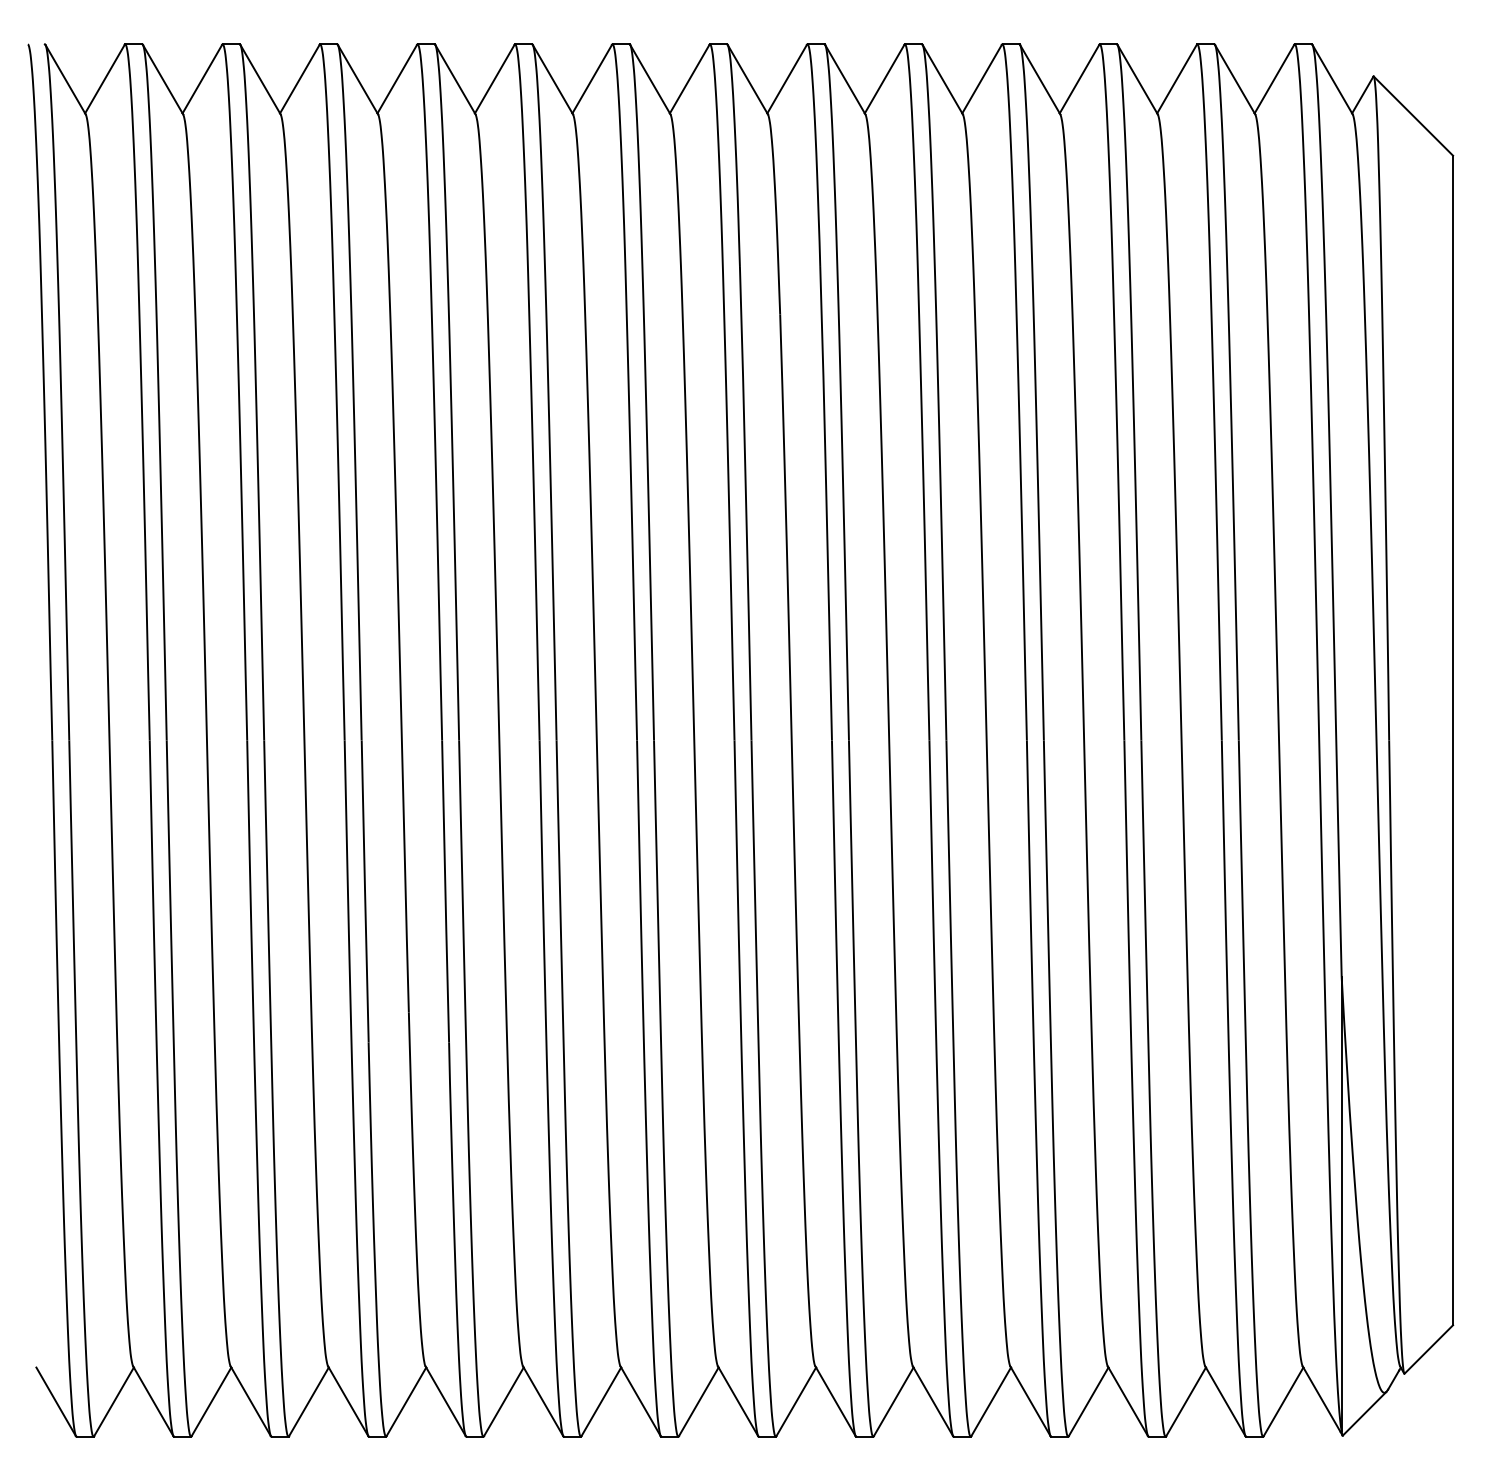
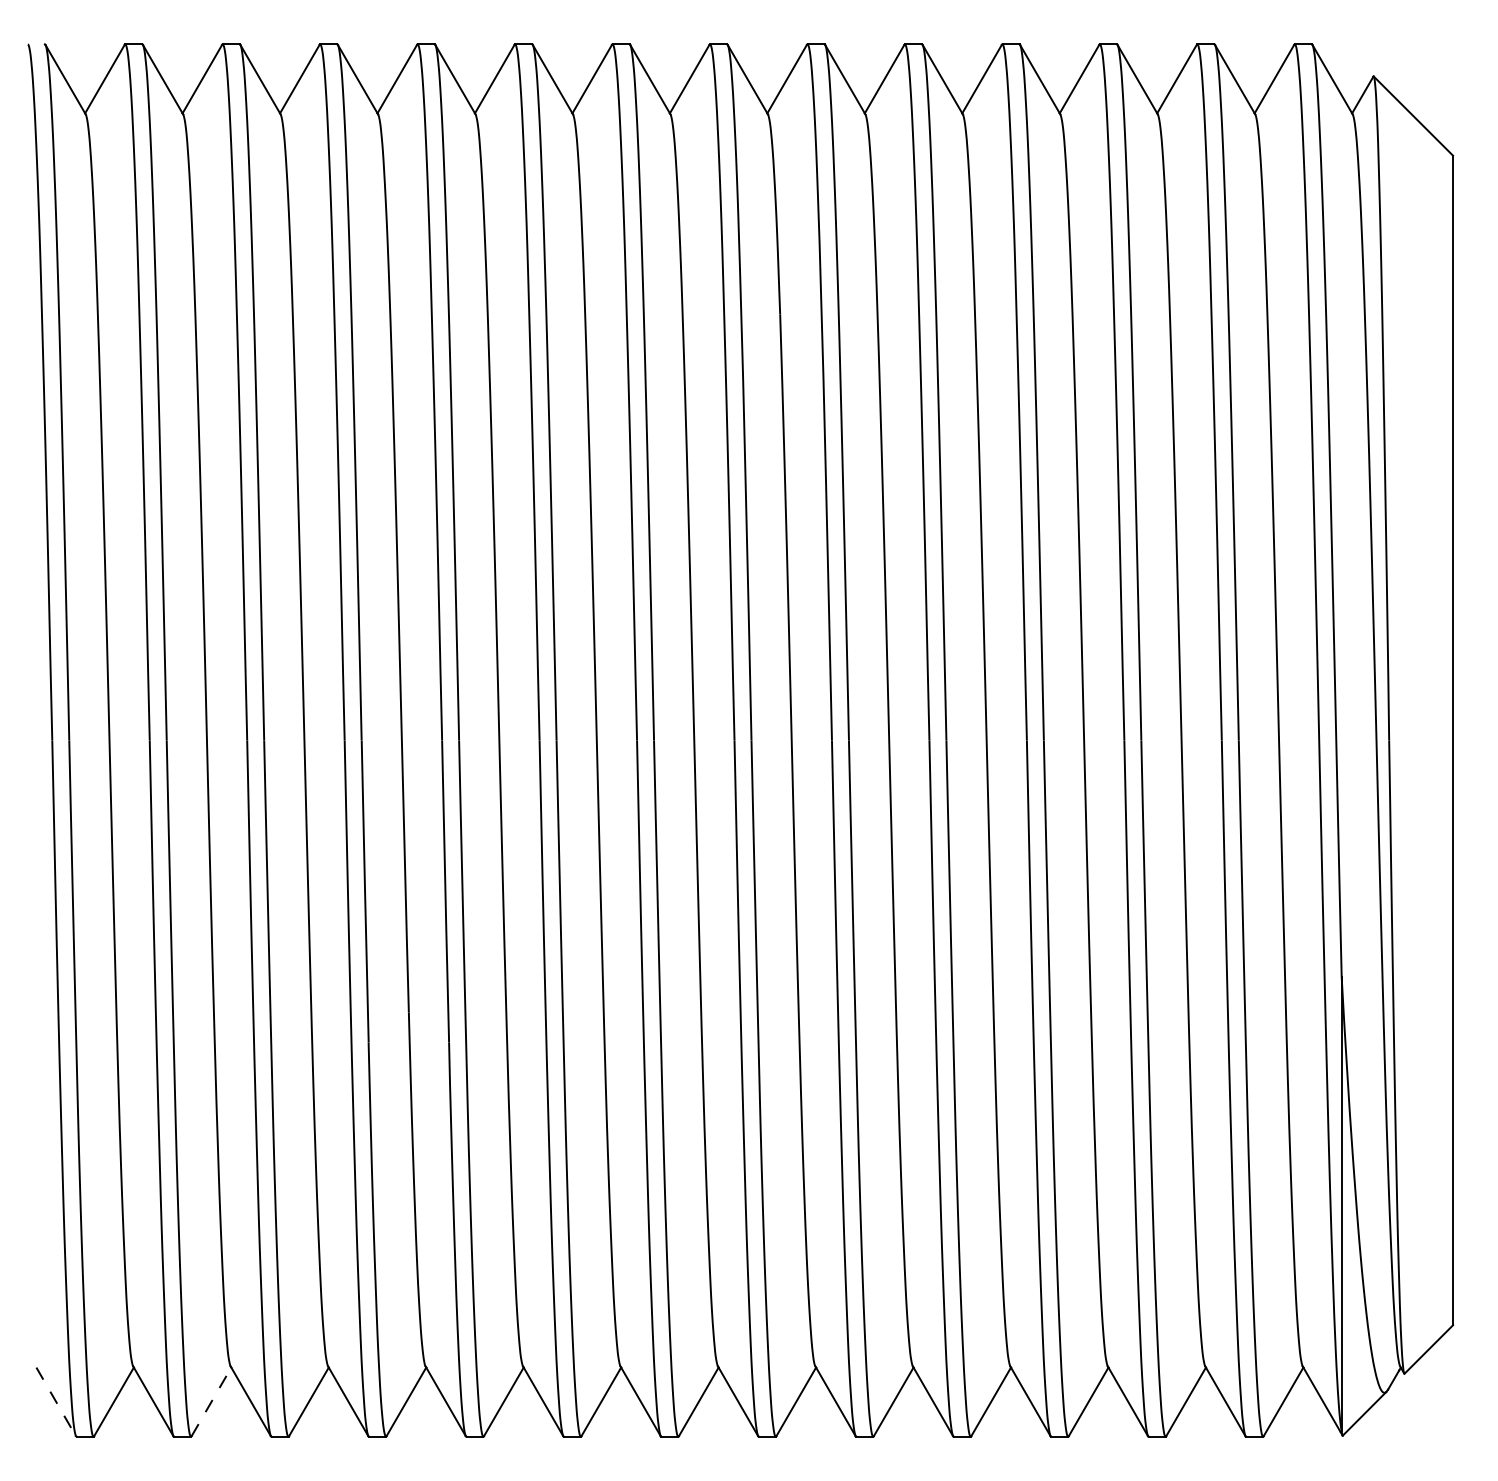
line at (56, 1401): solid -> dashed
line at (211, 1401): solid -> dashed
